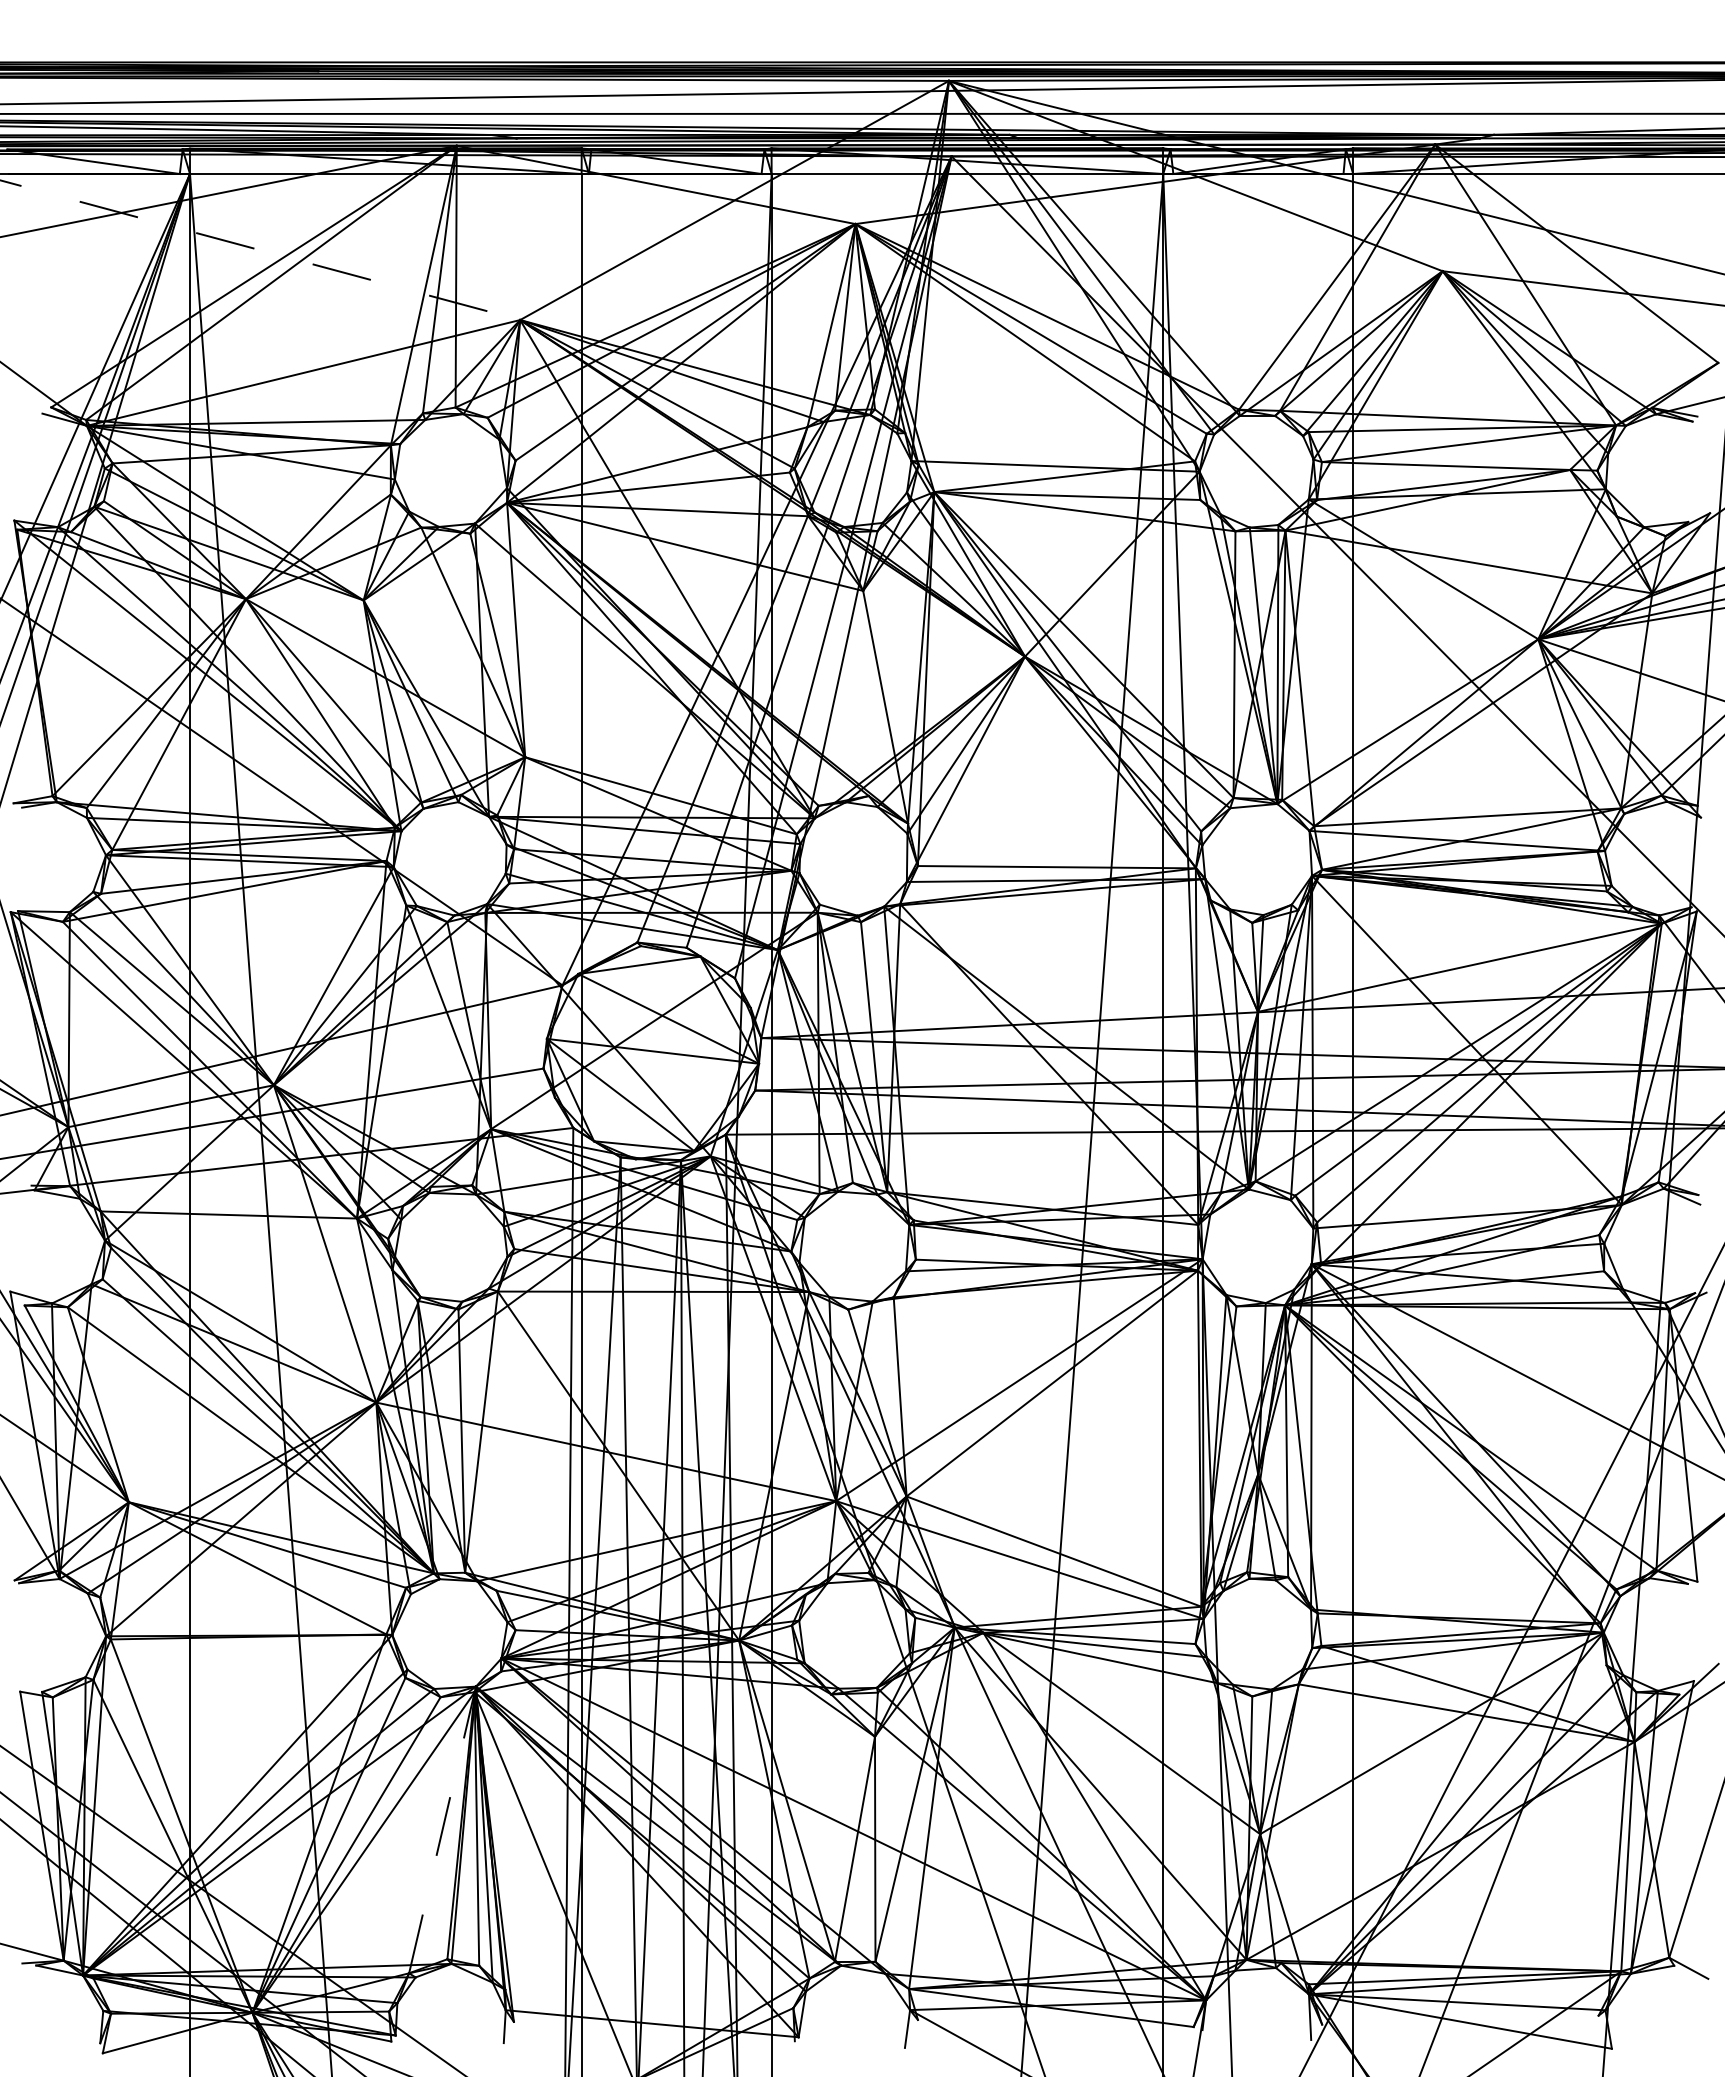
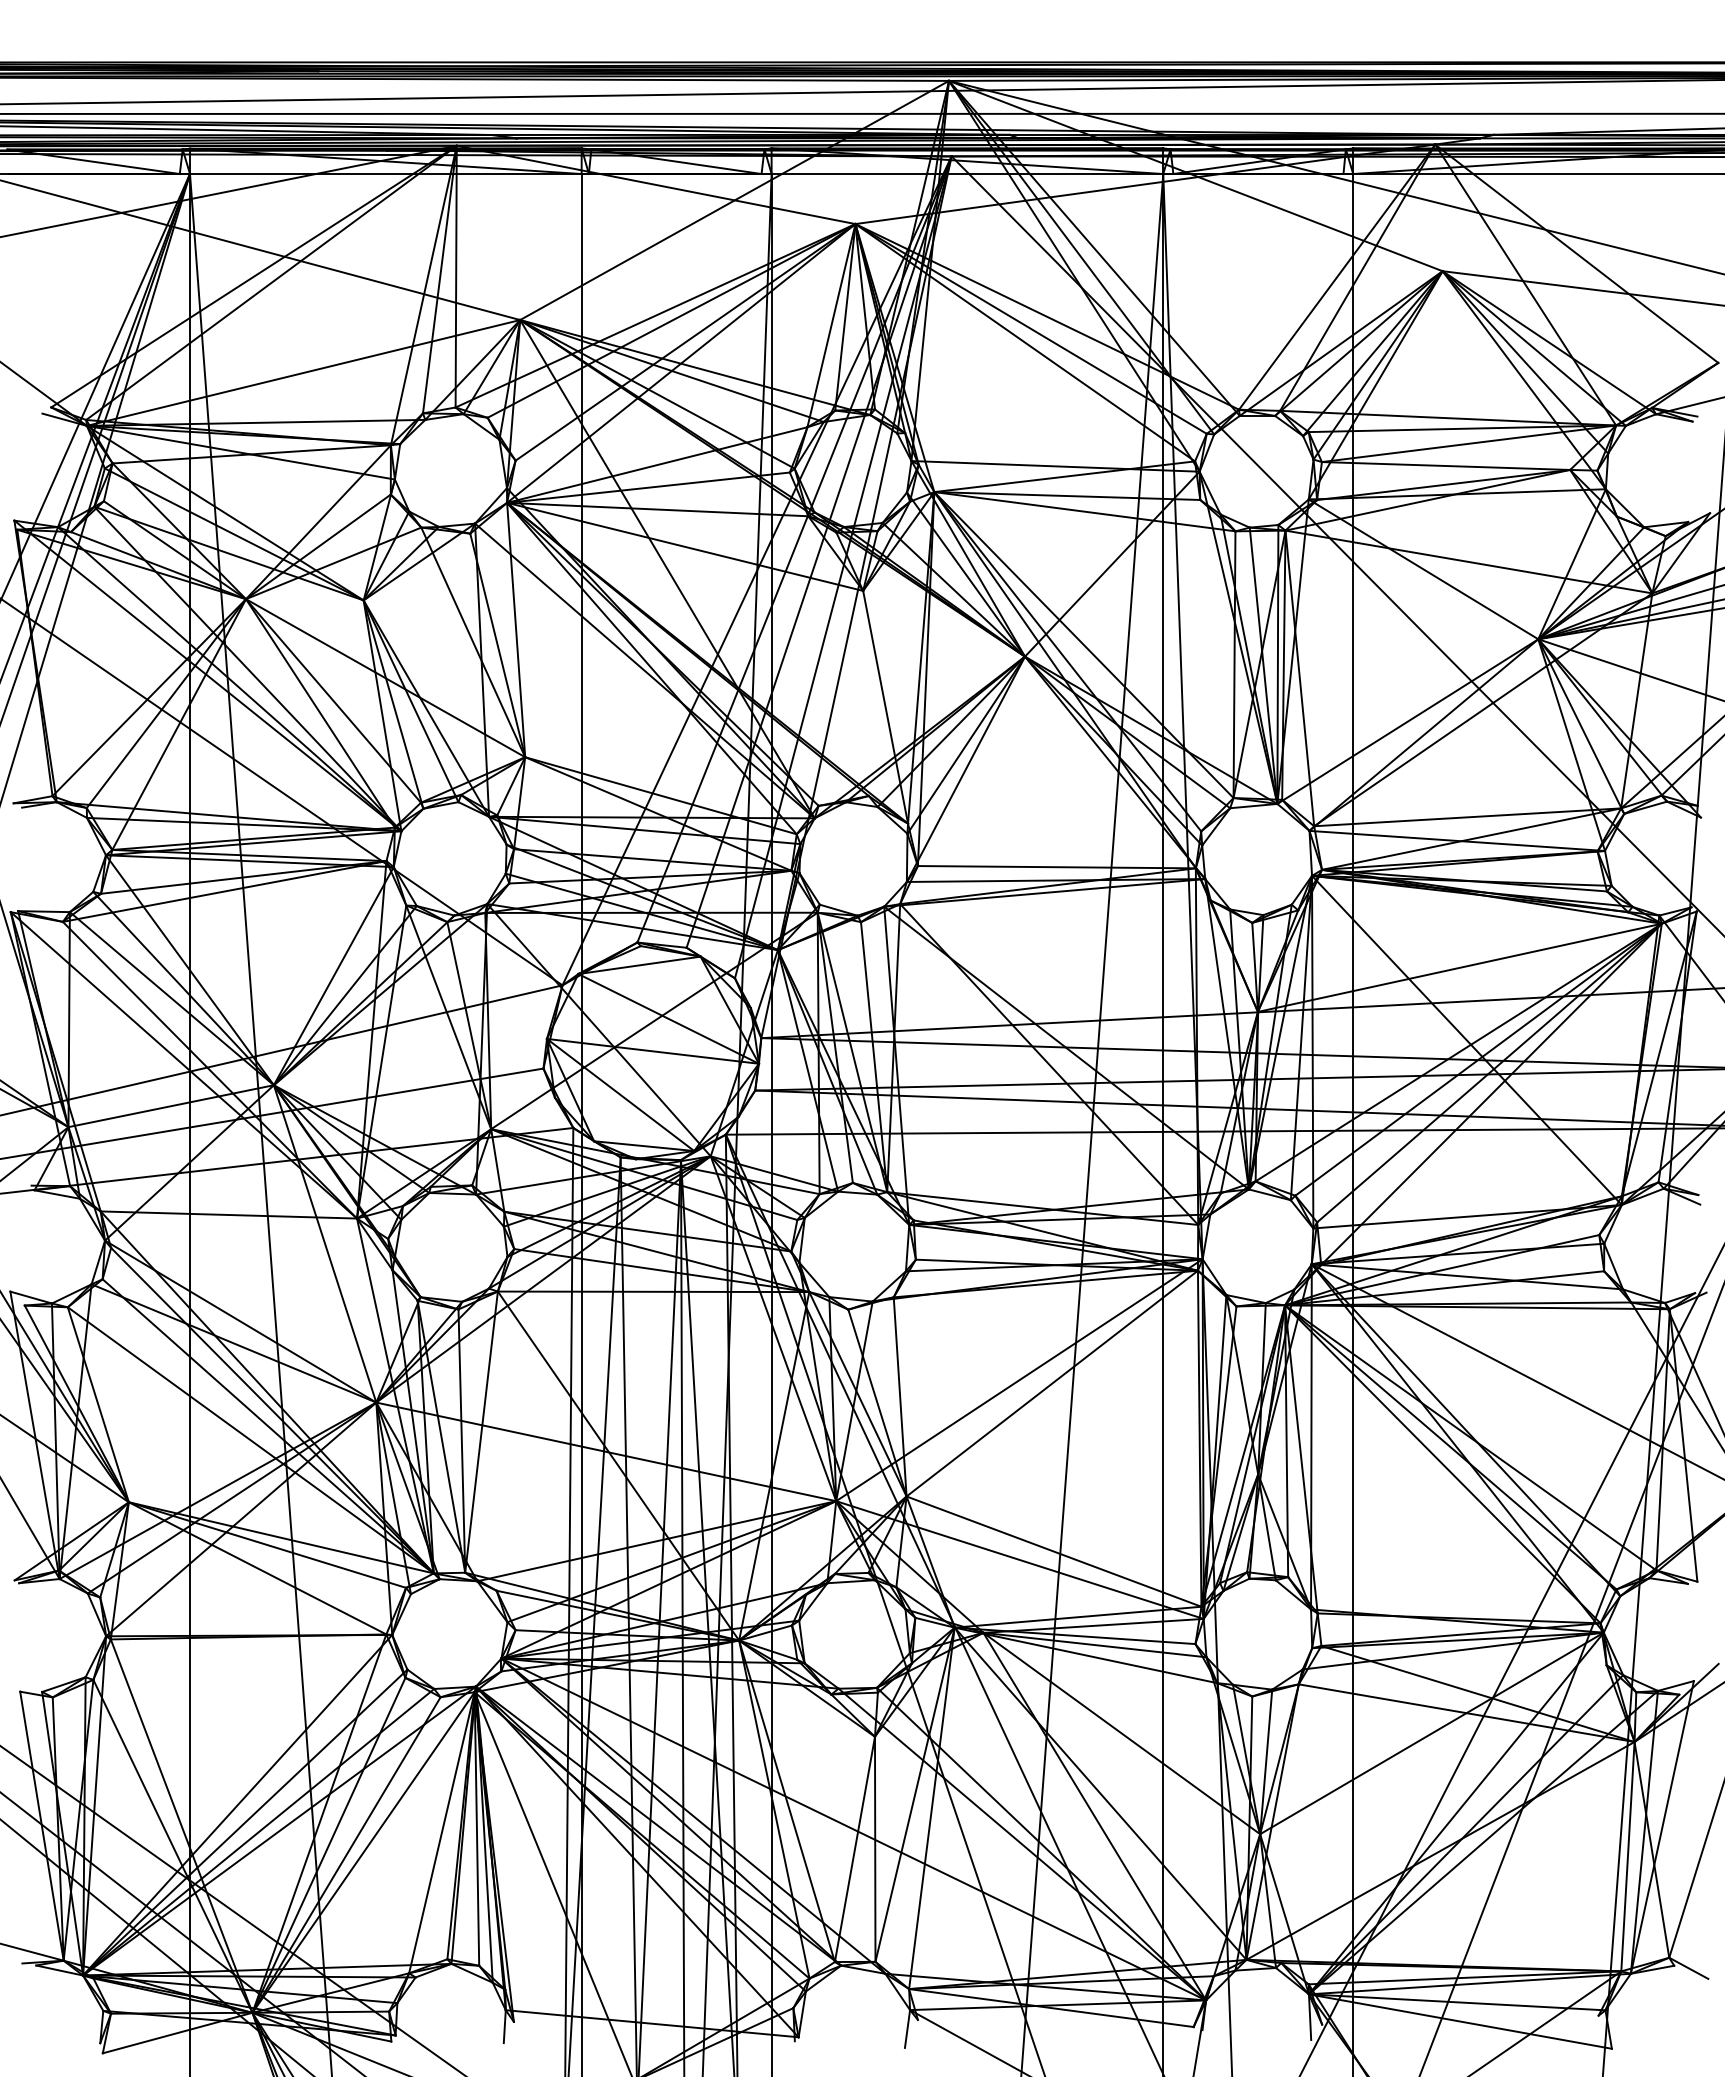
line at (260, 250): dashed -> solid
line at (442, 1832): dashed -> solid
